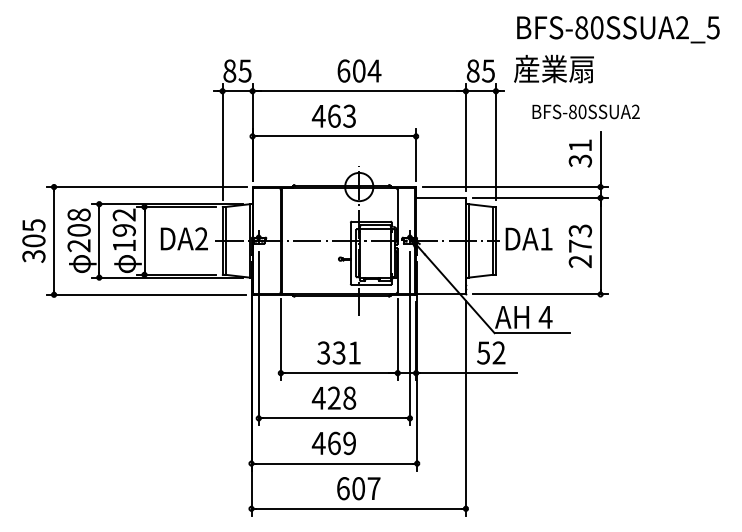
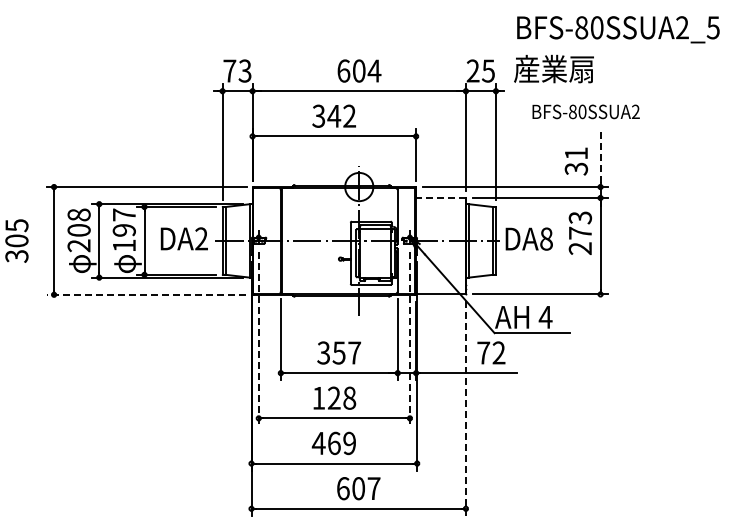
text at (237, 70): 85 -> 73
text at (472, 70): 85 -> 25
text at (333, 115): 463 -> 342
text at (580, 153) position: (580, 153) -> (576, 161)
line at (600, 157): solid -> dashed
line at (440, 198): solid -> dashed
text at (123, 214): 192 -> 197
text at (546, 238): DA1 -> DA8
text at (33, 240) position: (33, 240) -> (16, 240)
text at (580, 245) position: (580, 245) -> (580, 232)
line at (146, 294): solid -> dashed
line at (258, 338): solid -> dashed
line at (409, 338): solid -> dashed
text at (347, 352): 331 -> 357
text at (483, 352): 52 -> 72
text at (318, 398): 428 -> 128
line at (465, 408): solid -> dashed
